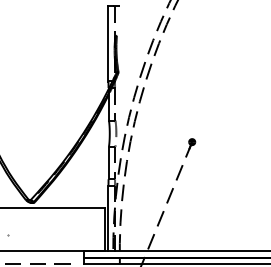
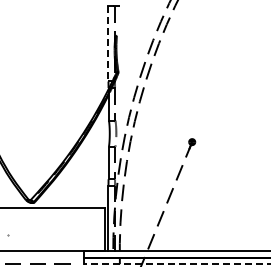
line at (108, 44): solid -> dashed
line at (176, 264): solid -> dashed
